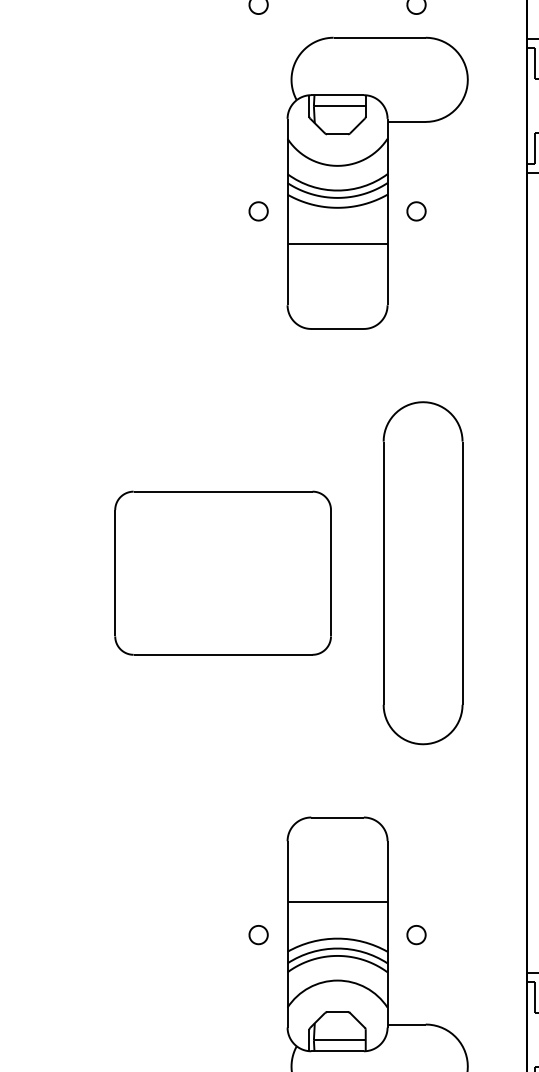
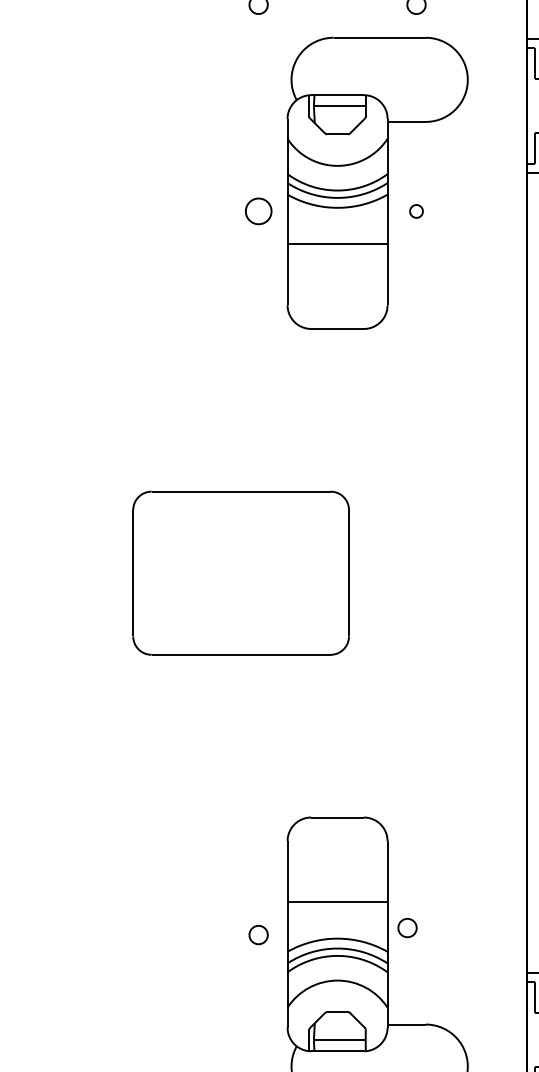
part at (258, 211) size: 21x21 px -> 28x29 px
part at (416, 211) size: 21x21 px -> 15x15 px
part at (222, 572) position: (222, 572) -> (240, 572)
part at (422, 573): present -> none
part at (416, 935) position: (416, 935) -> (407, 928)
